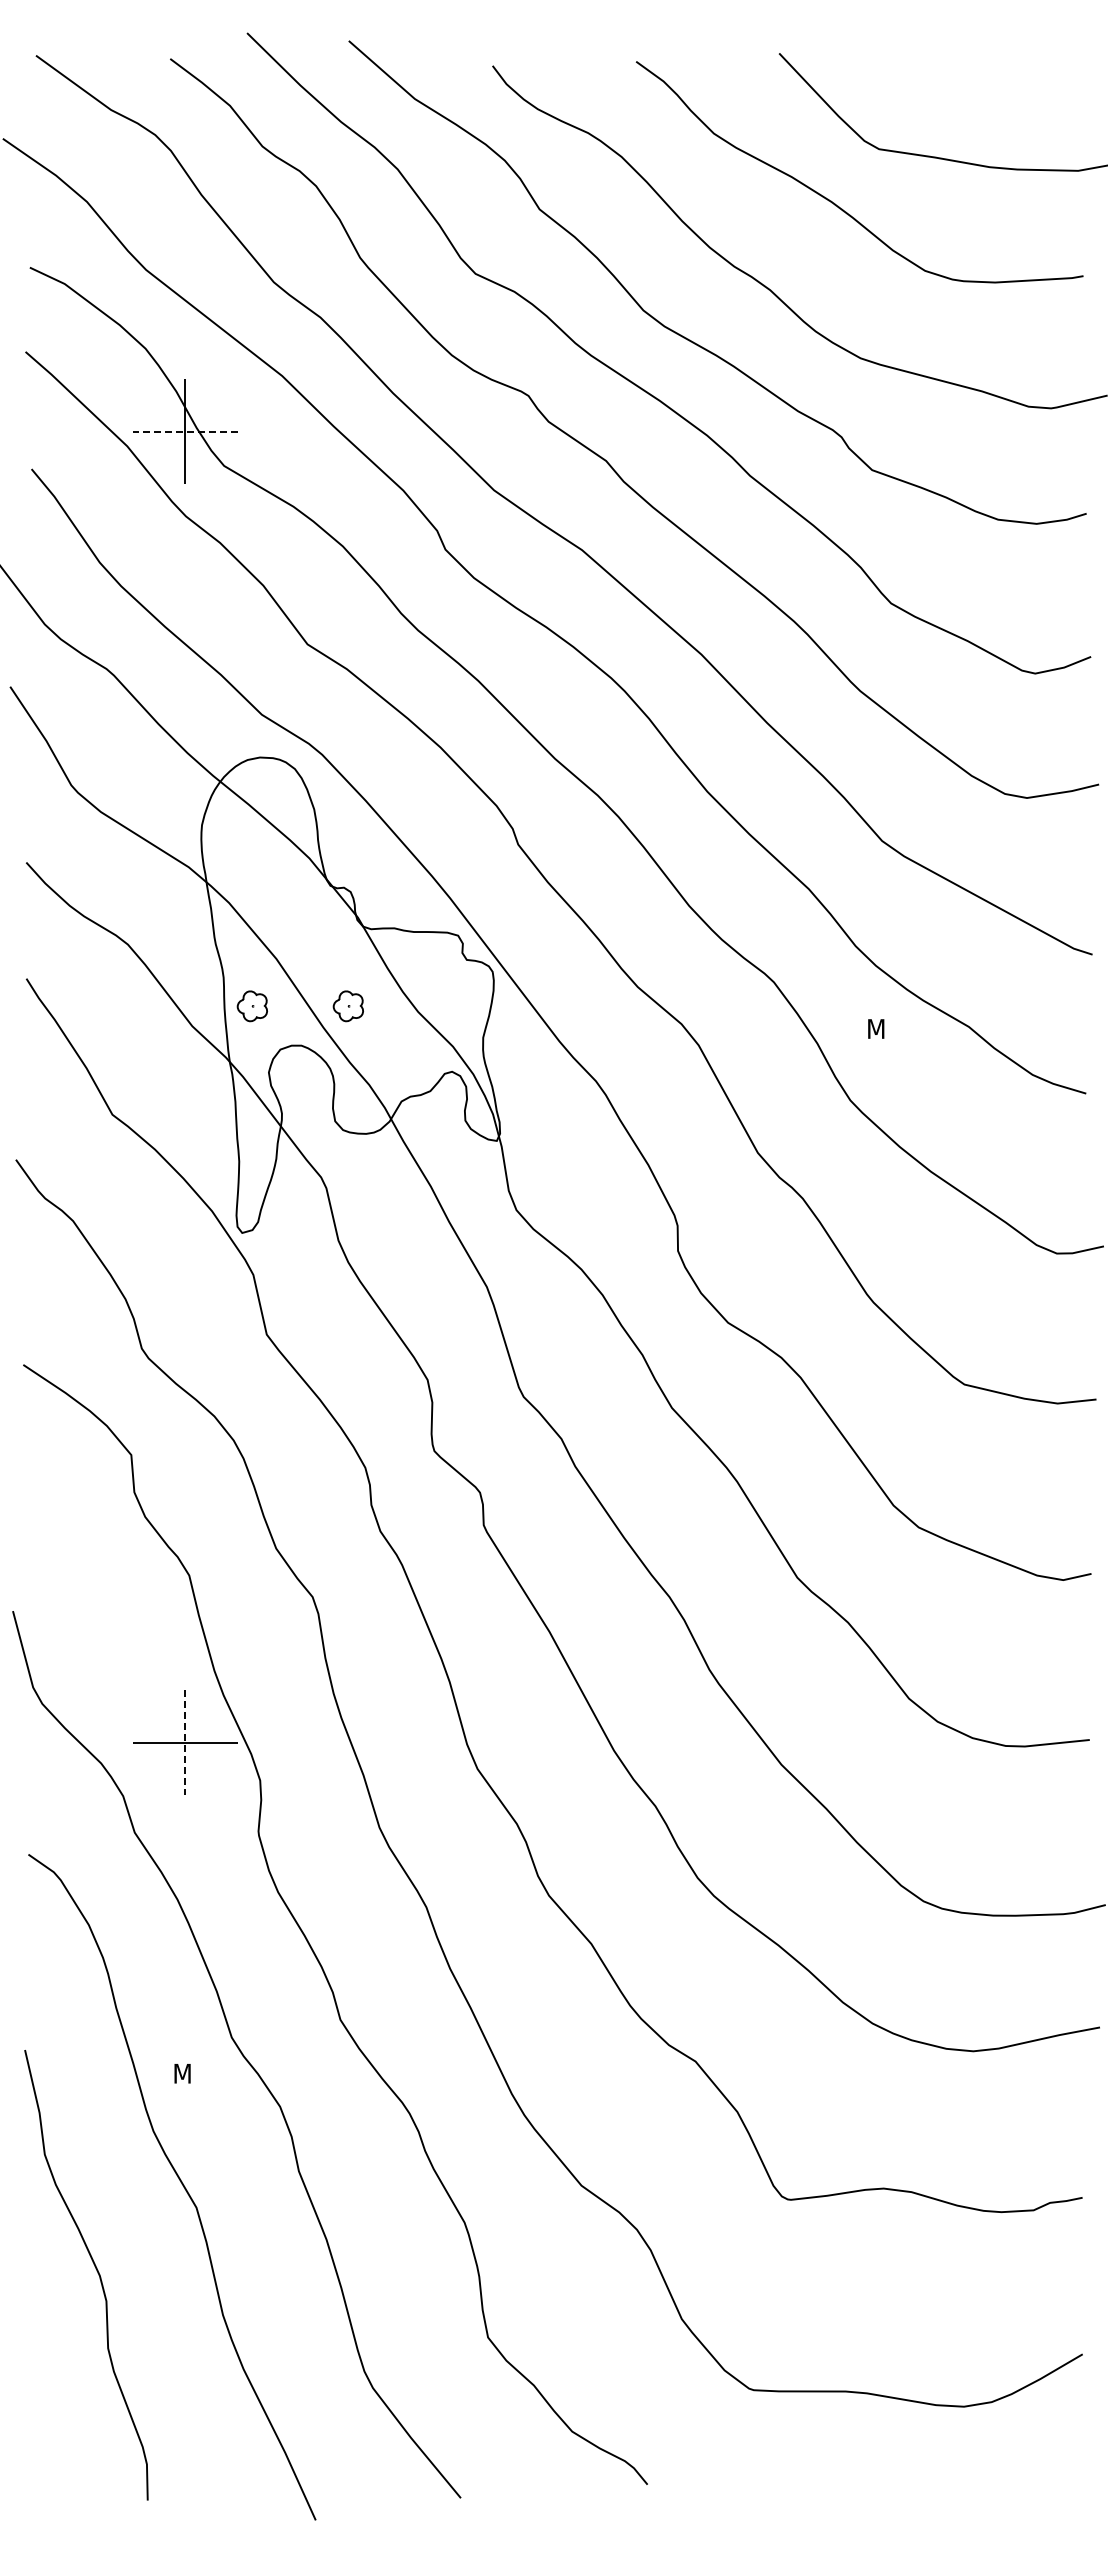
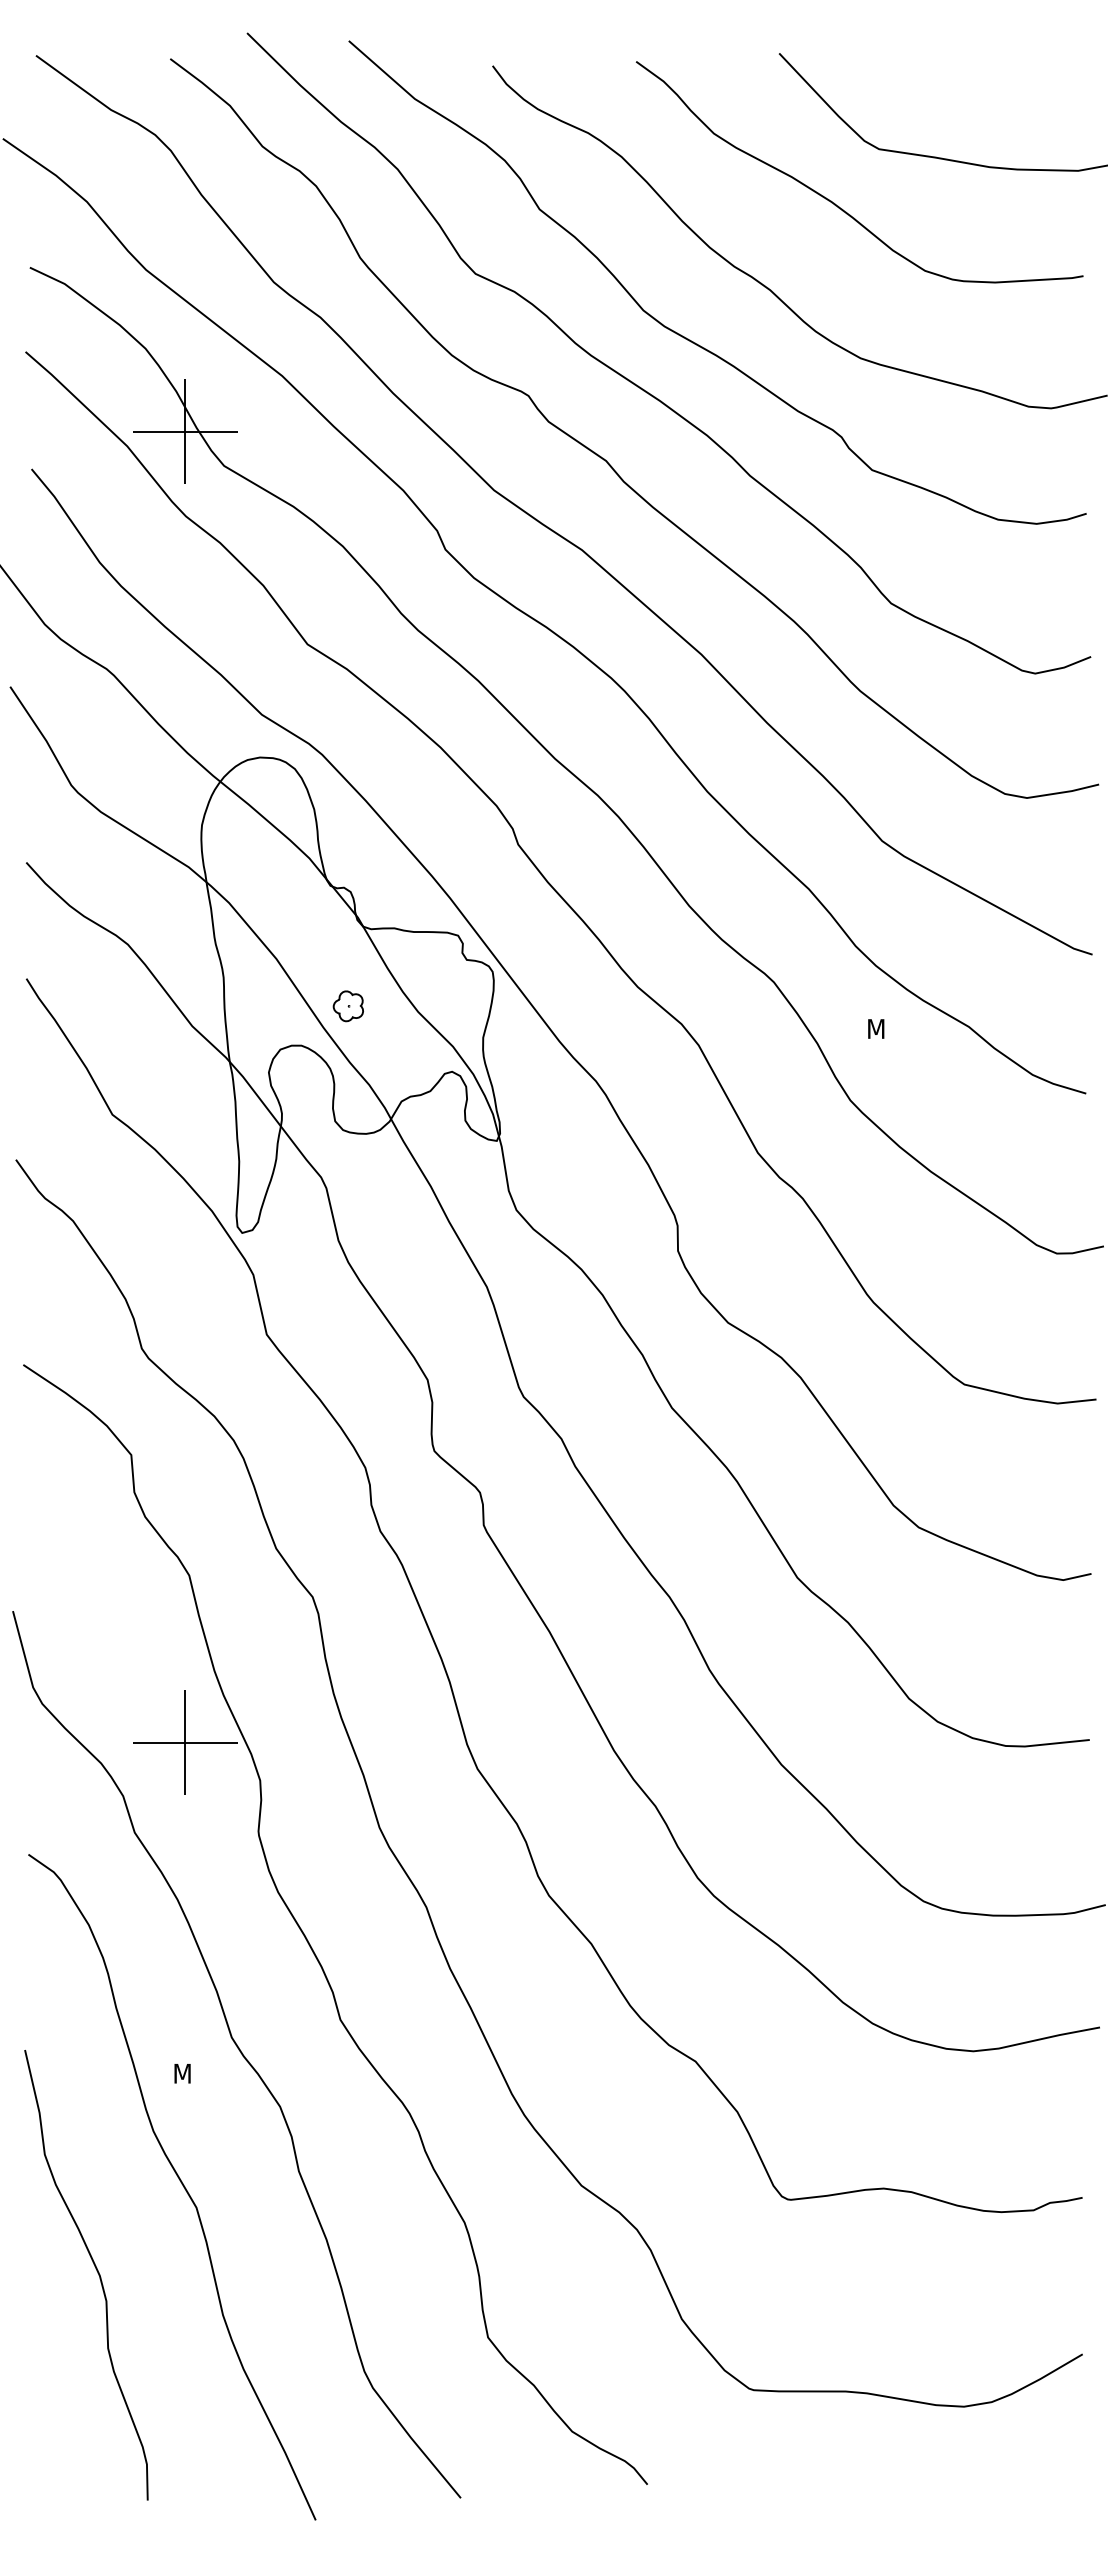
line at (184, 431): dashed -> solid
part at (251, 1006): present -> none
line at (185, 1743): dashed -> solid
